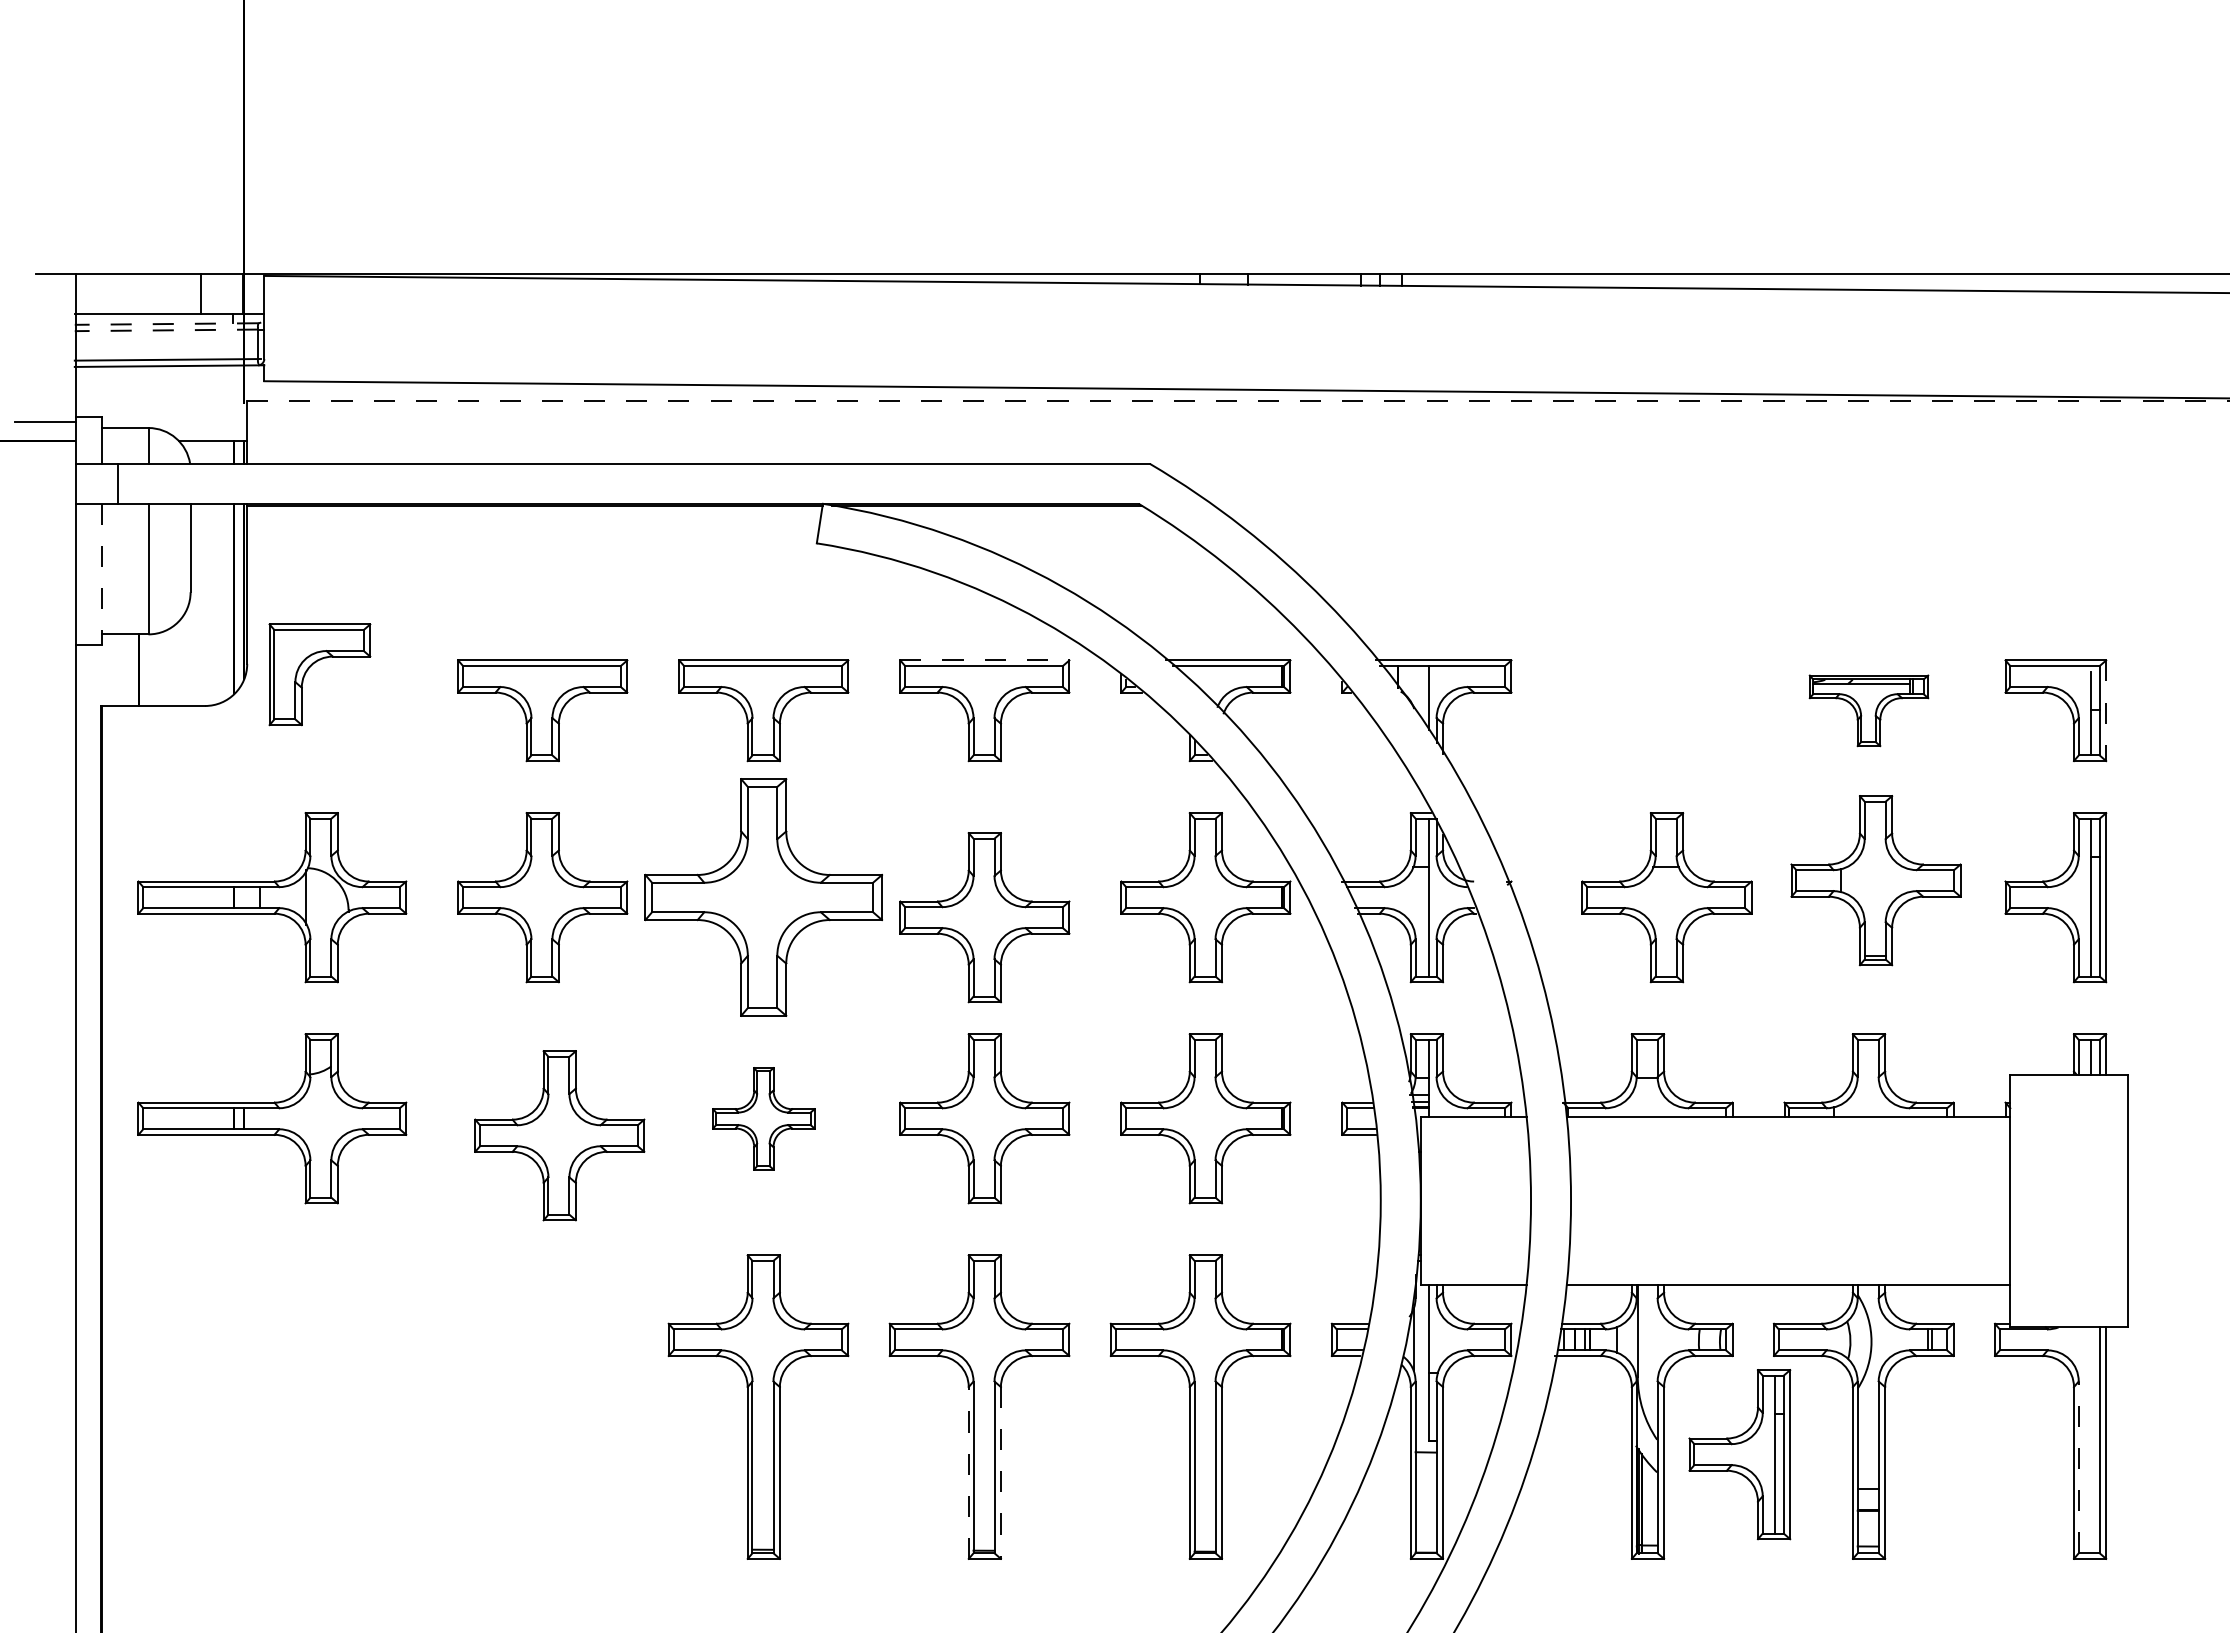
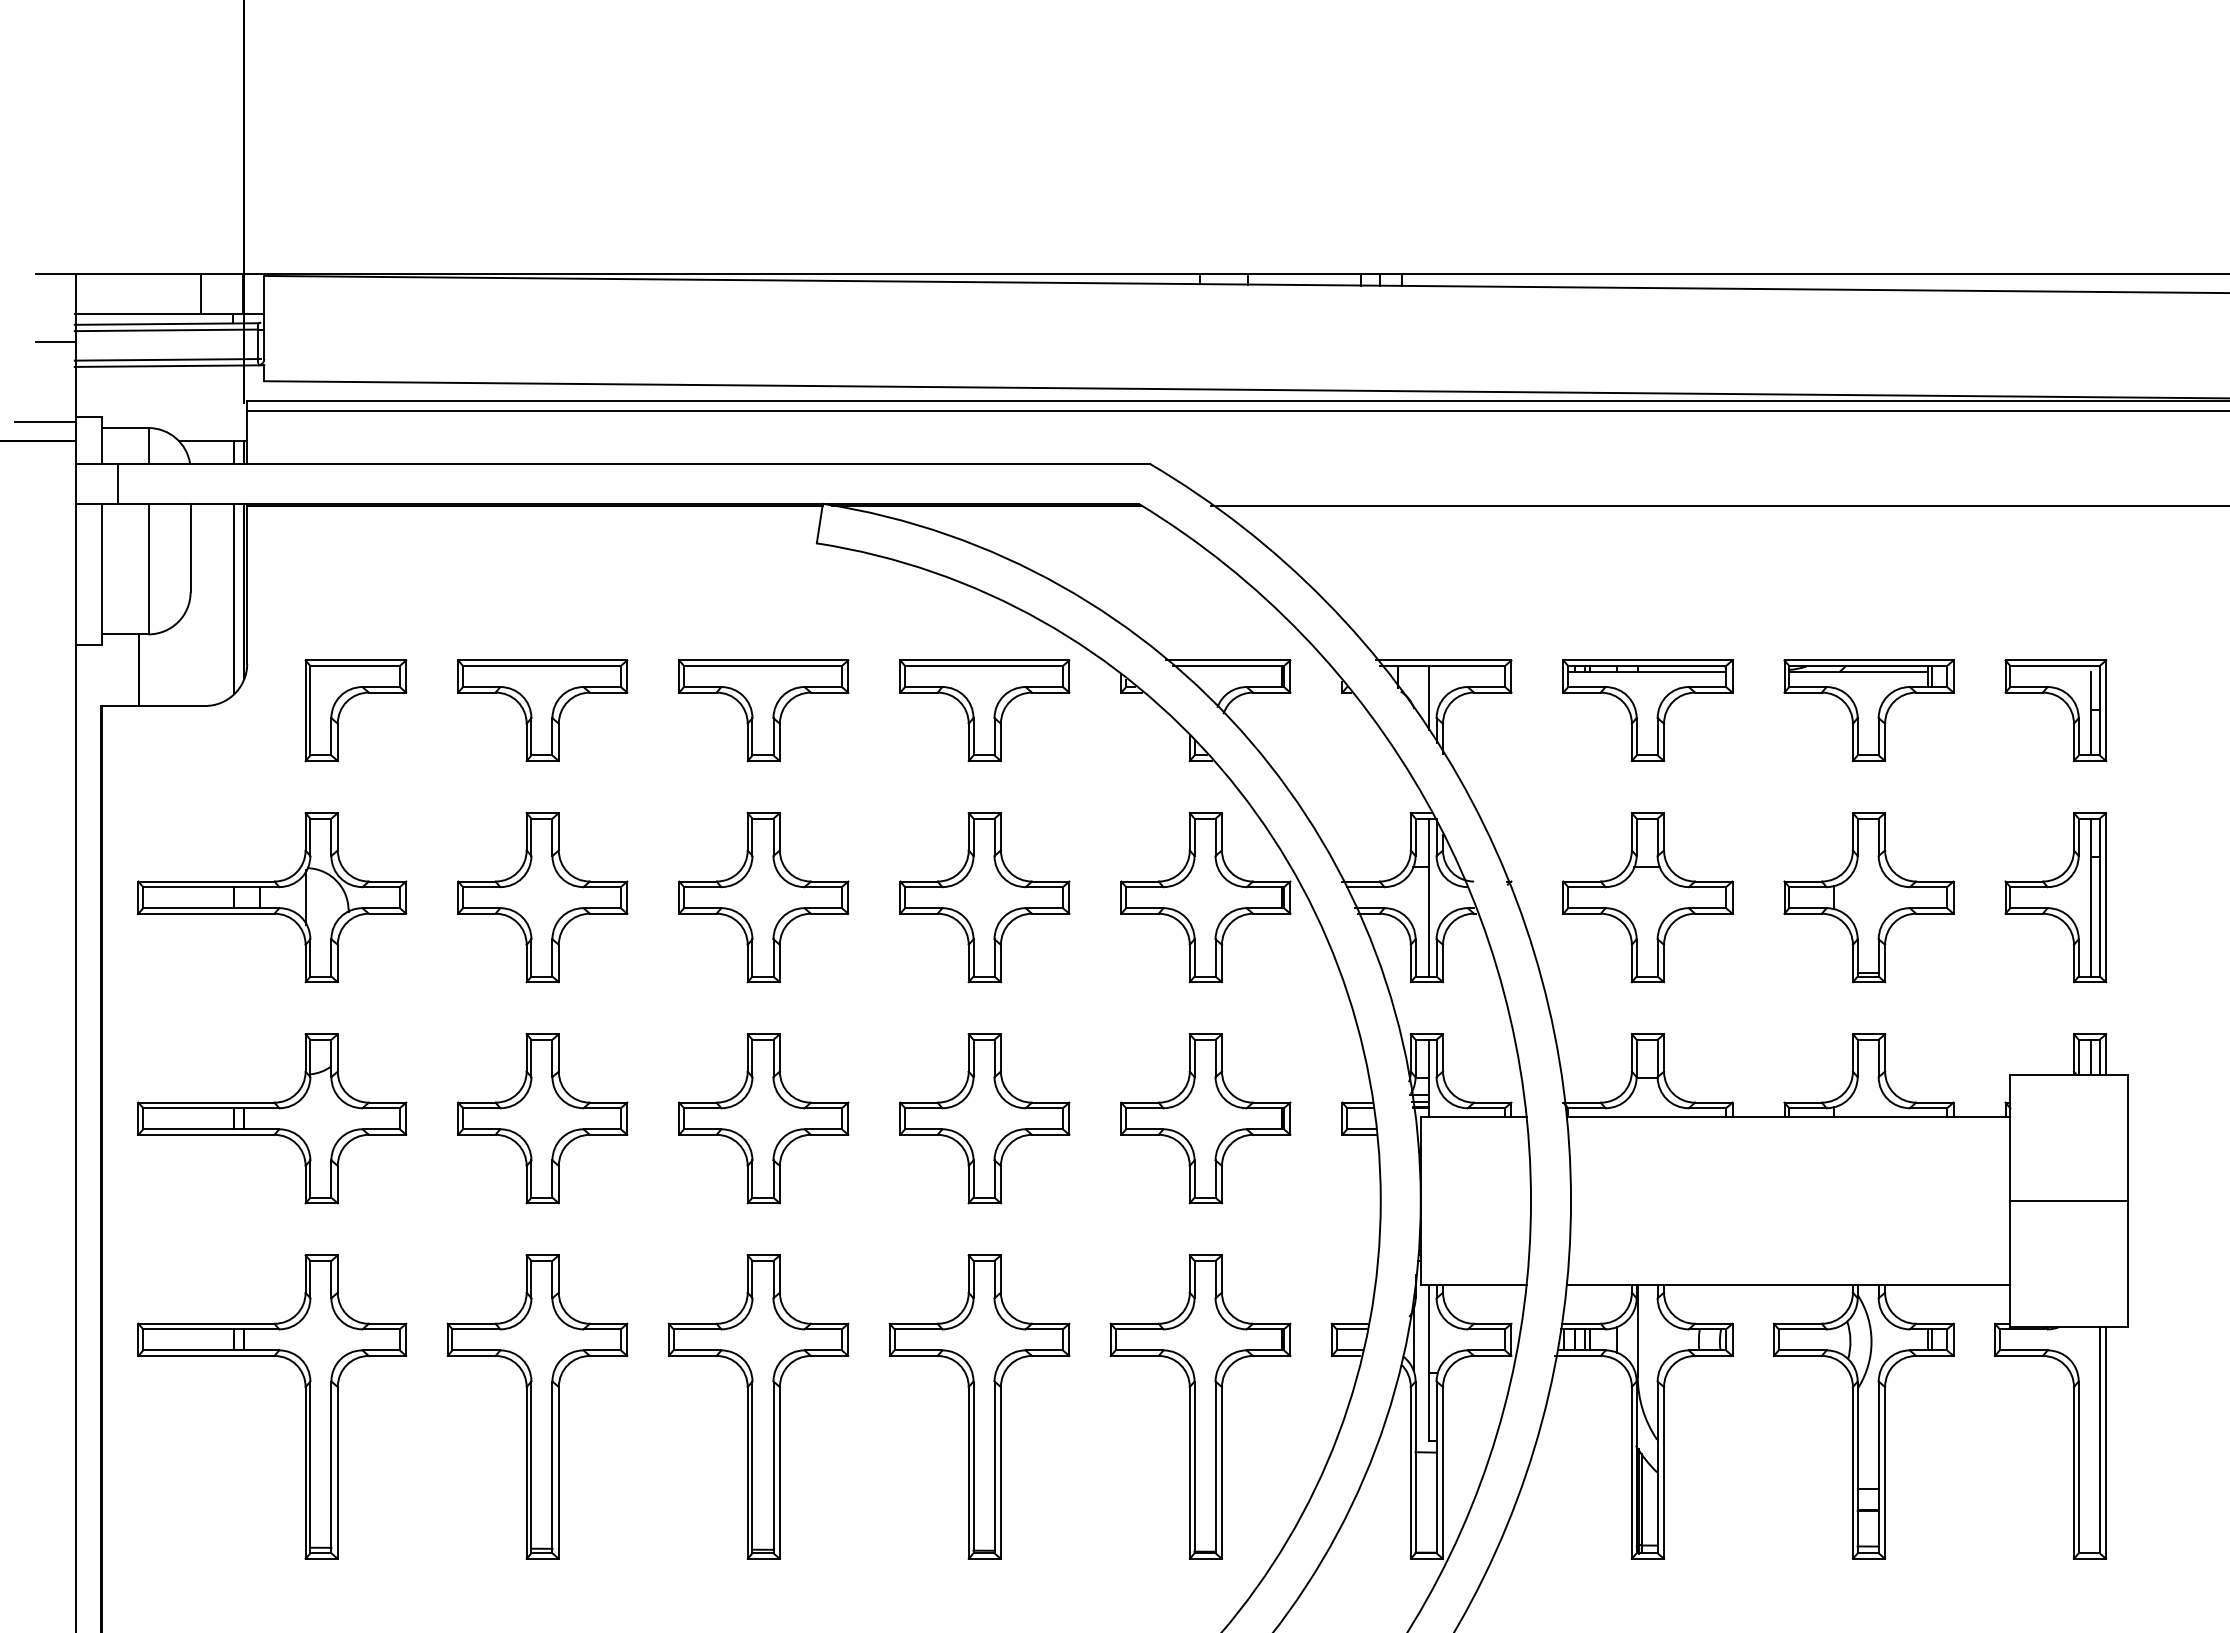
line at (166, 324): dashed -> solid
line at (166, 330): dashed -> solid
line at (55, 341): none -> present
line at (1238, 400): dashed -> solid
line at (1236, 411): none -> present
line at (1718, 505): none -> present
line at (102, 574): dashed -> solid
line at (984, 660): dashed -> solid
part at (311, 666) position: (311, 666) -> (347, 702)
part at (1647, 710): none -> present
part at (1868, 710) size: 122x74 px -> 172x104 px
line at (2106, 711): dashed -> solid
part at (1875, 880) position: (1875, 880) -> (1868, 897)
part at (763, 897) size: 239x239 px -> 172x172 px
part at (1666, 897) position: (1666, 897) -> (1647, 897)
part at (984, 917) position: (984, 917) -> (984, 897)
part at (763, 1118) size: 104x104 px -> 172x172 px
part at (559, 1135) position: (559, 1135) -> (542, 1118)
line at (2069, 1200): none -> present
part at (305, 1406): none -> present
part at (537, 1406): none -> present
part at (1739, 1454): present -> none
line at (2078, 1467): dashed -> solid
line at (968, 1472): dashed -> solid
line at (1000, 1472): dashed -> solid
